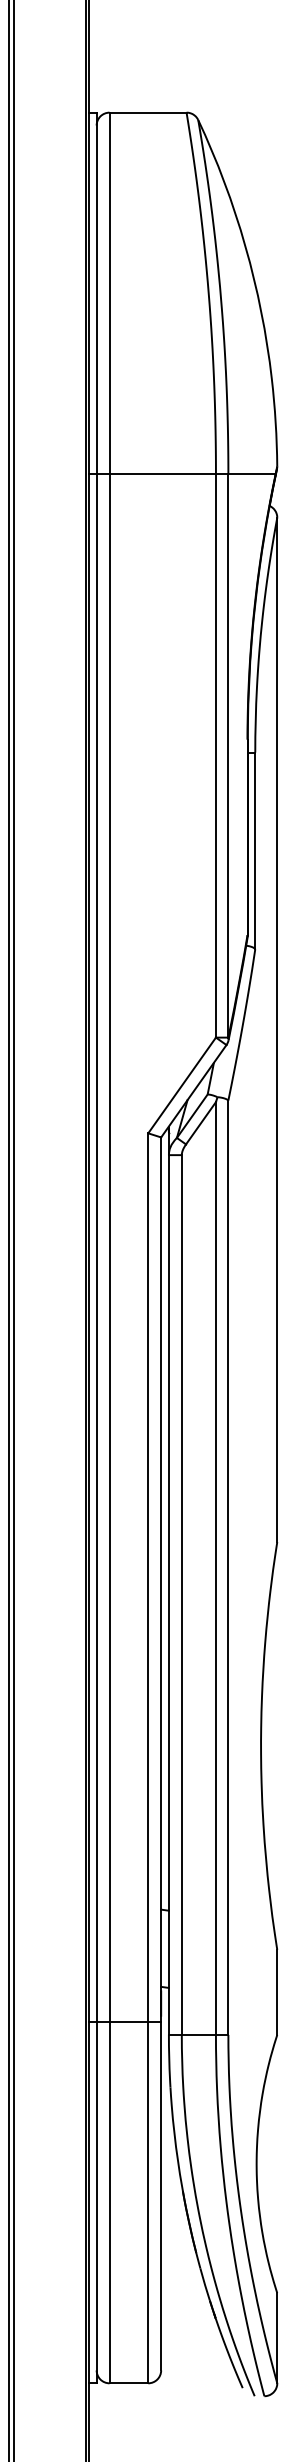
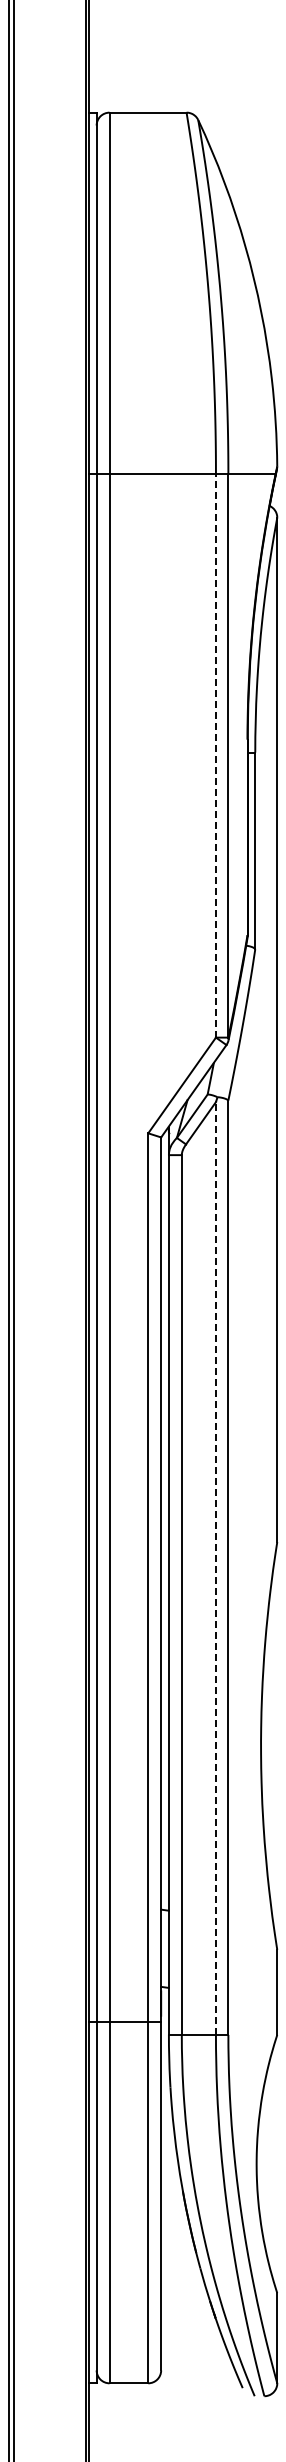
line at (215, 755): solid -> dashed
line at (215, 1568): solid -> dashed
